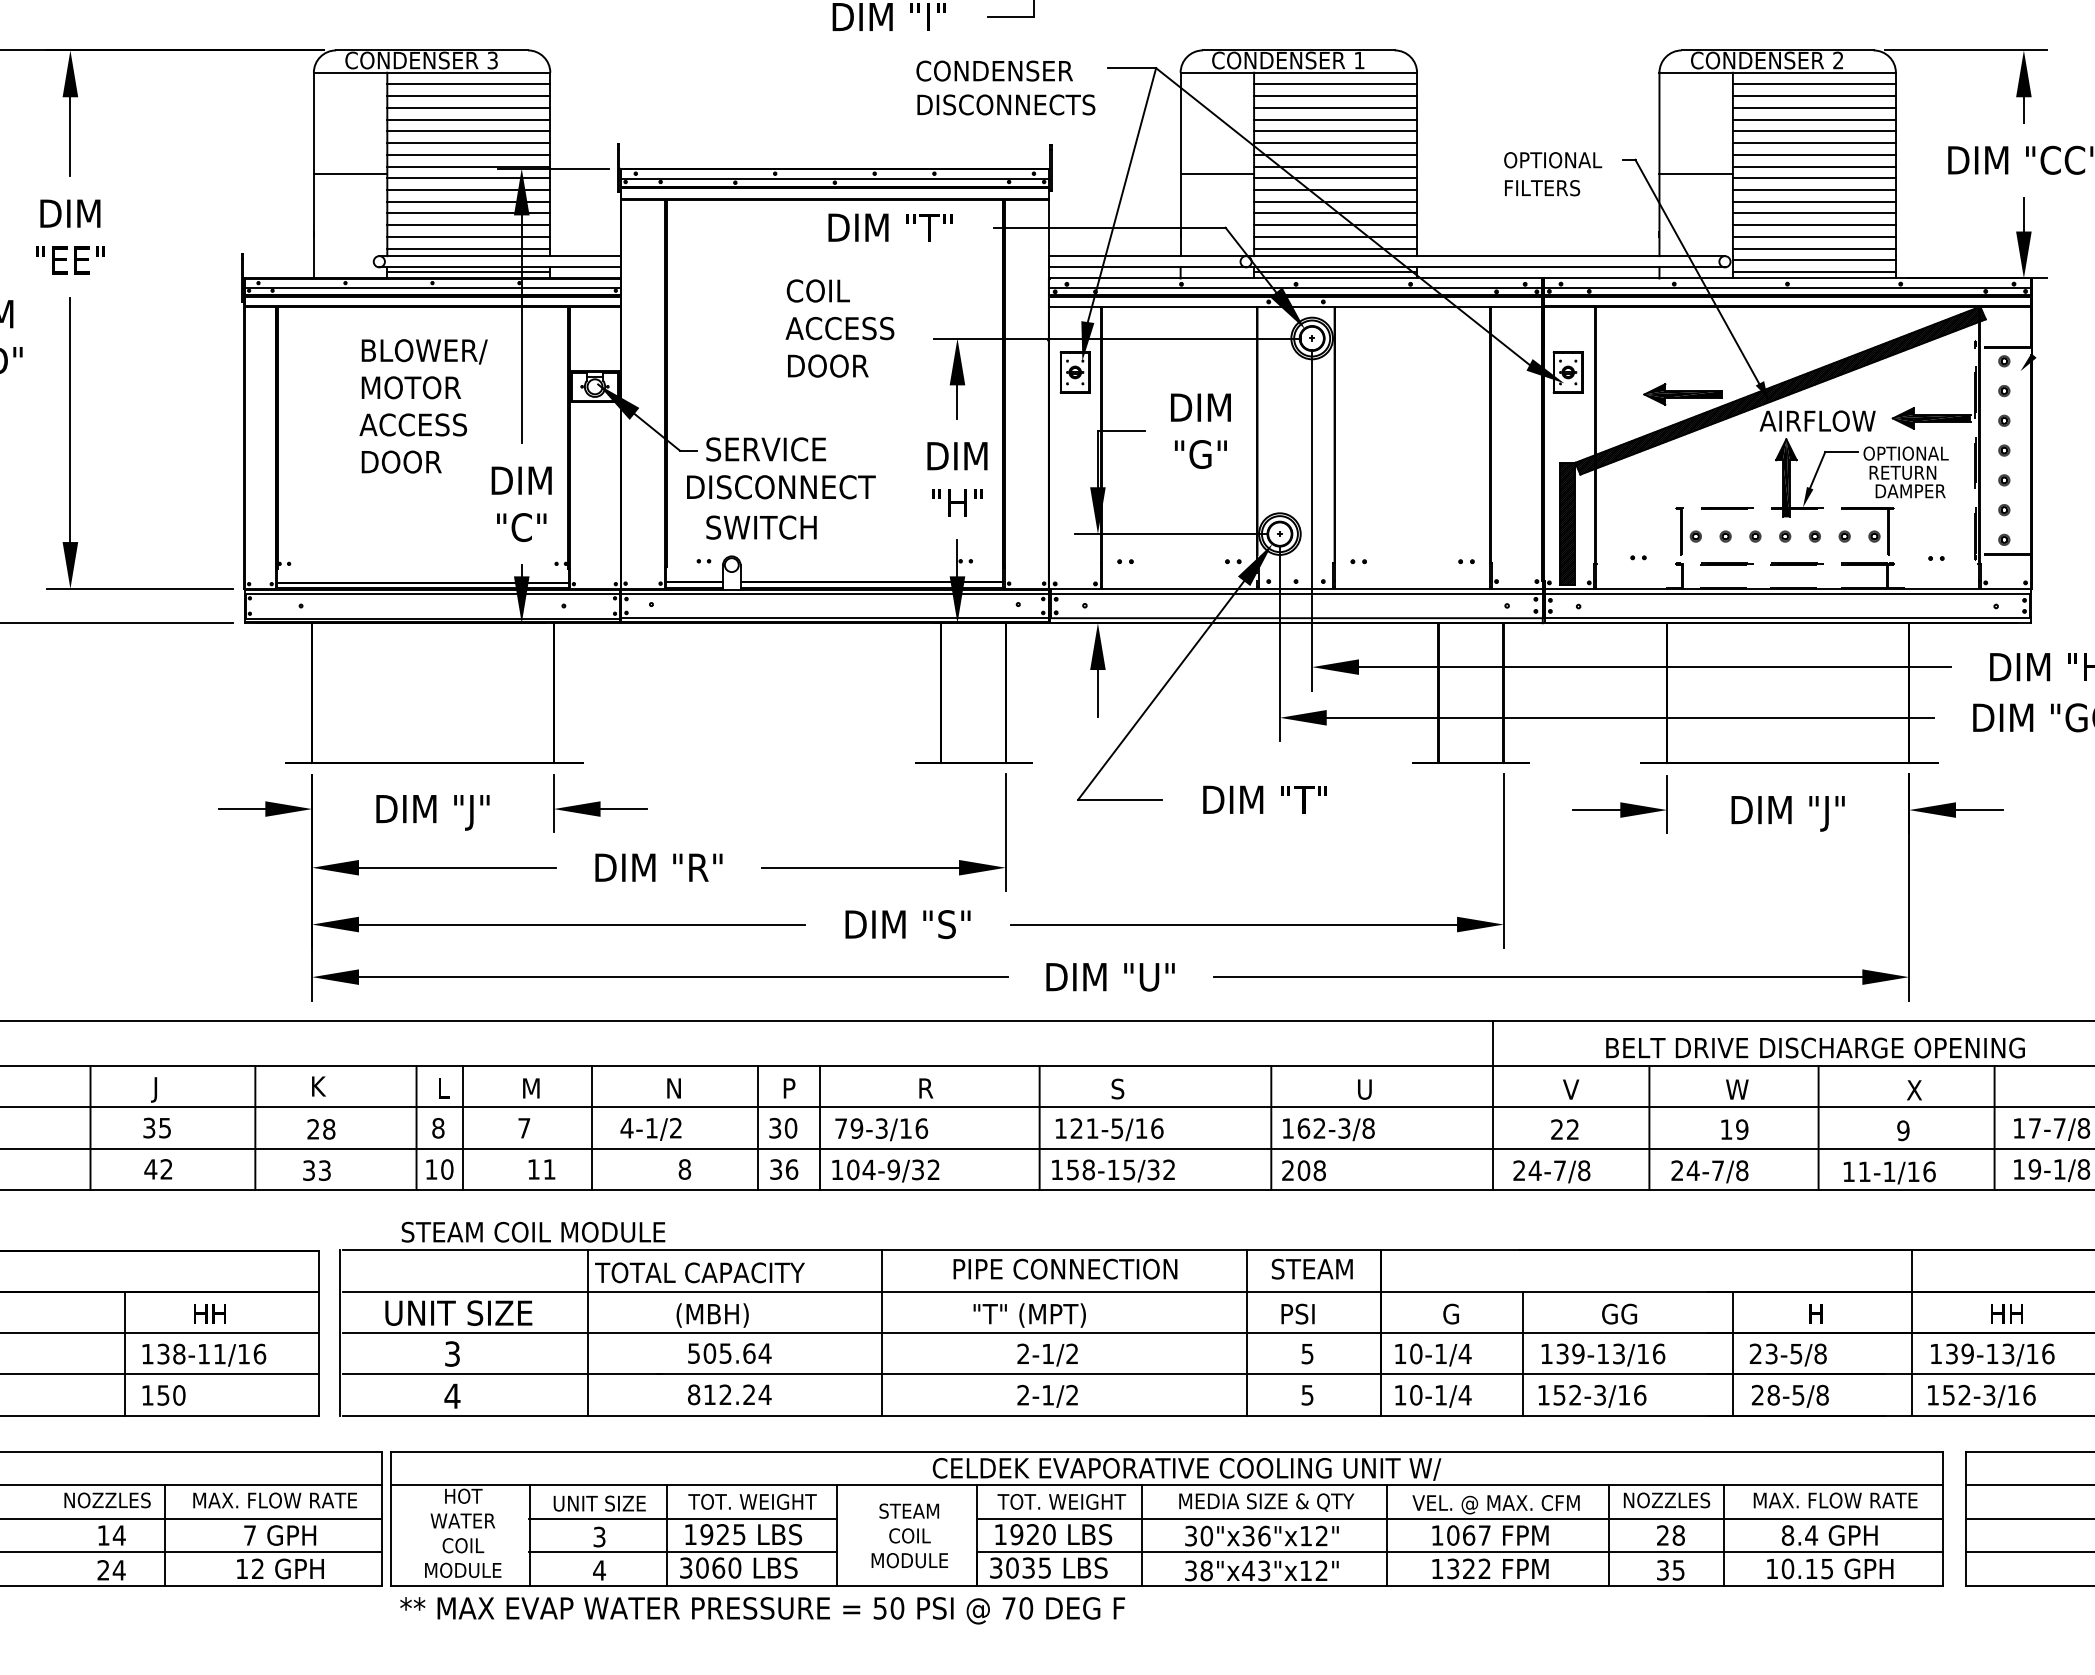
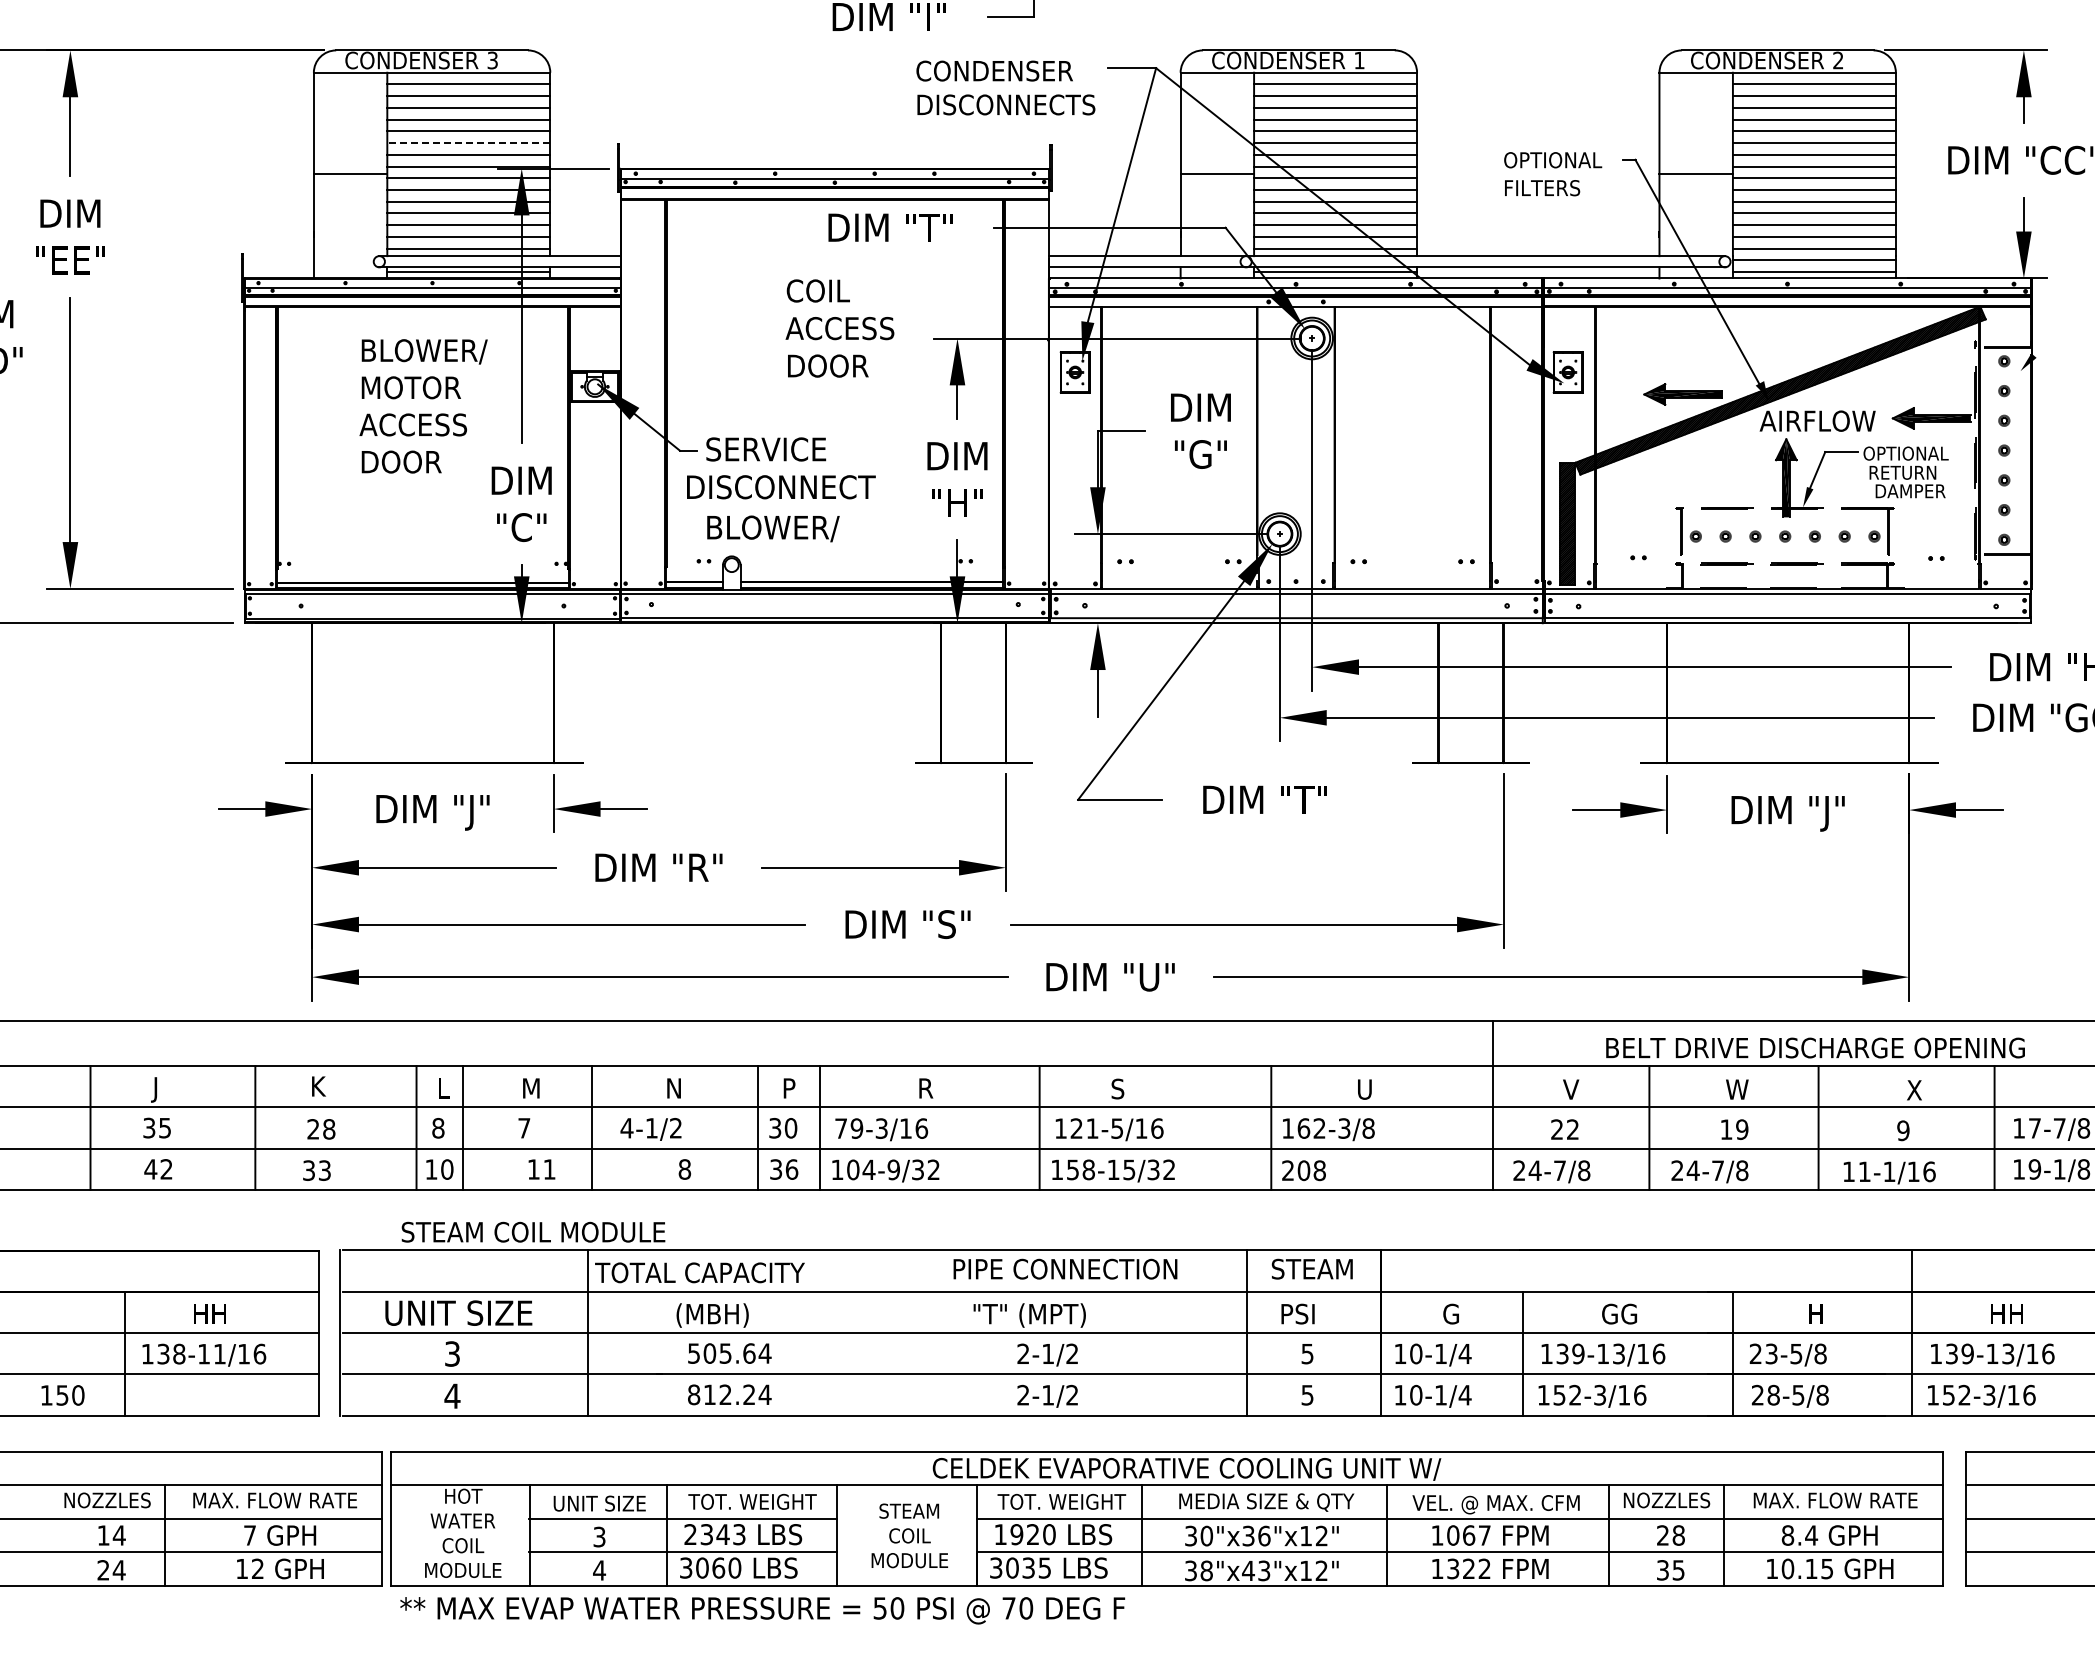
line at (468, 143): solid -> dashed
text at (772, 528): SWITCH -> BLOWER/
line at (881, 1332): present -> none
text at (163, 1395) position: (163, 1395) -> (62, 1395)
text at (714, 1534): 1925 -> 2343
